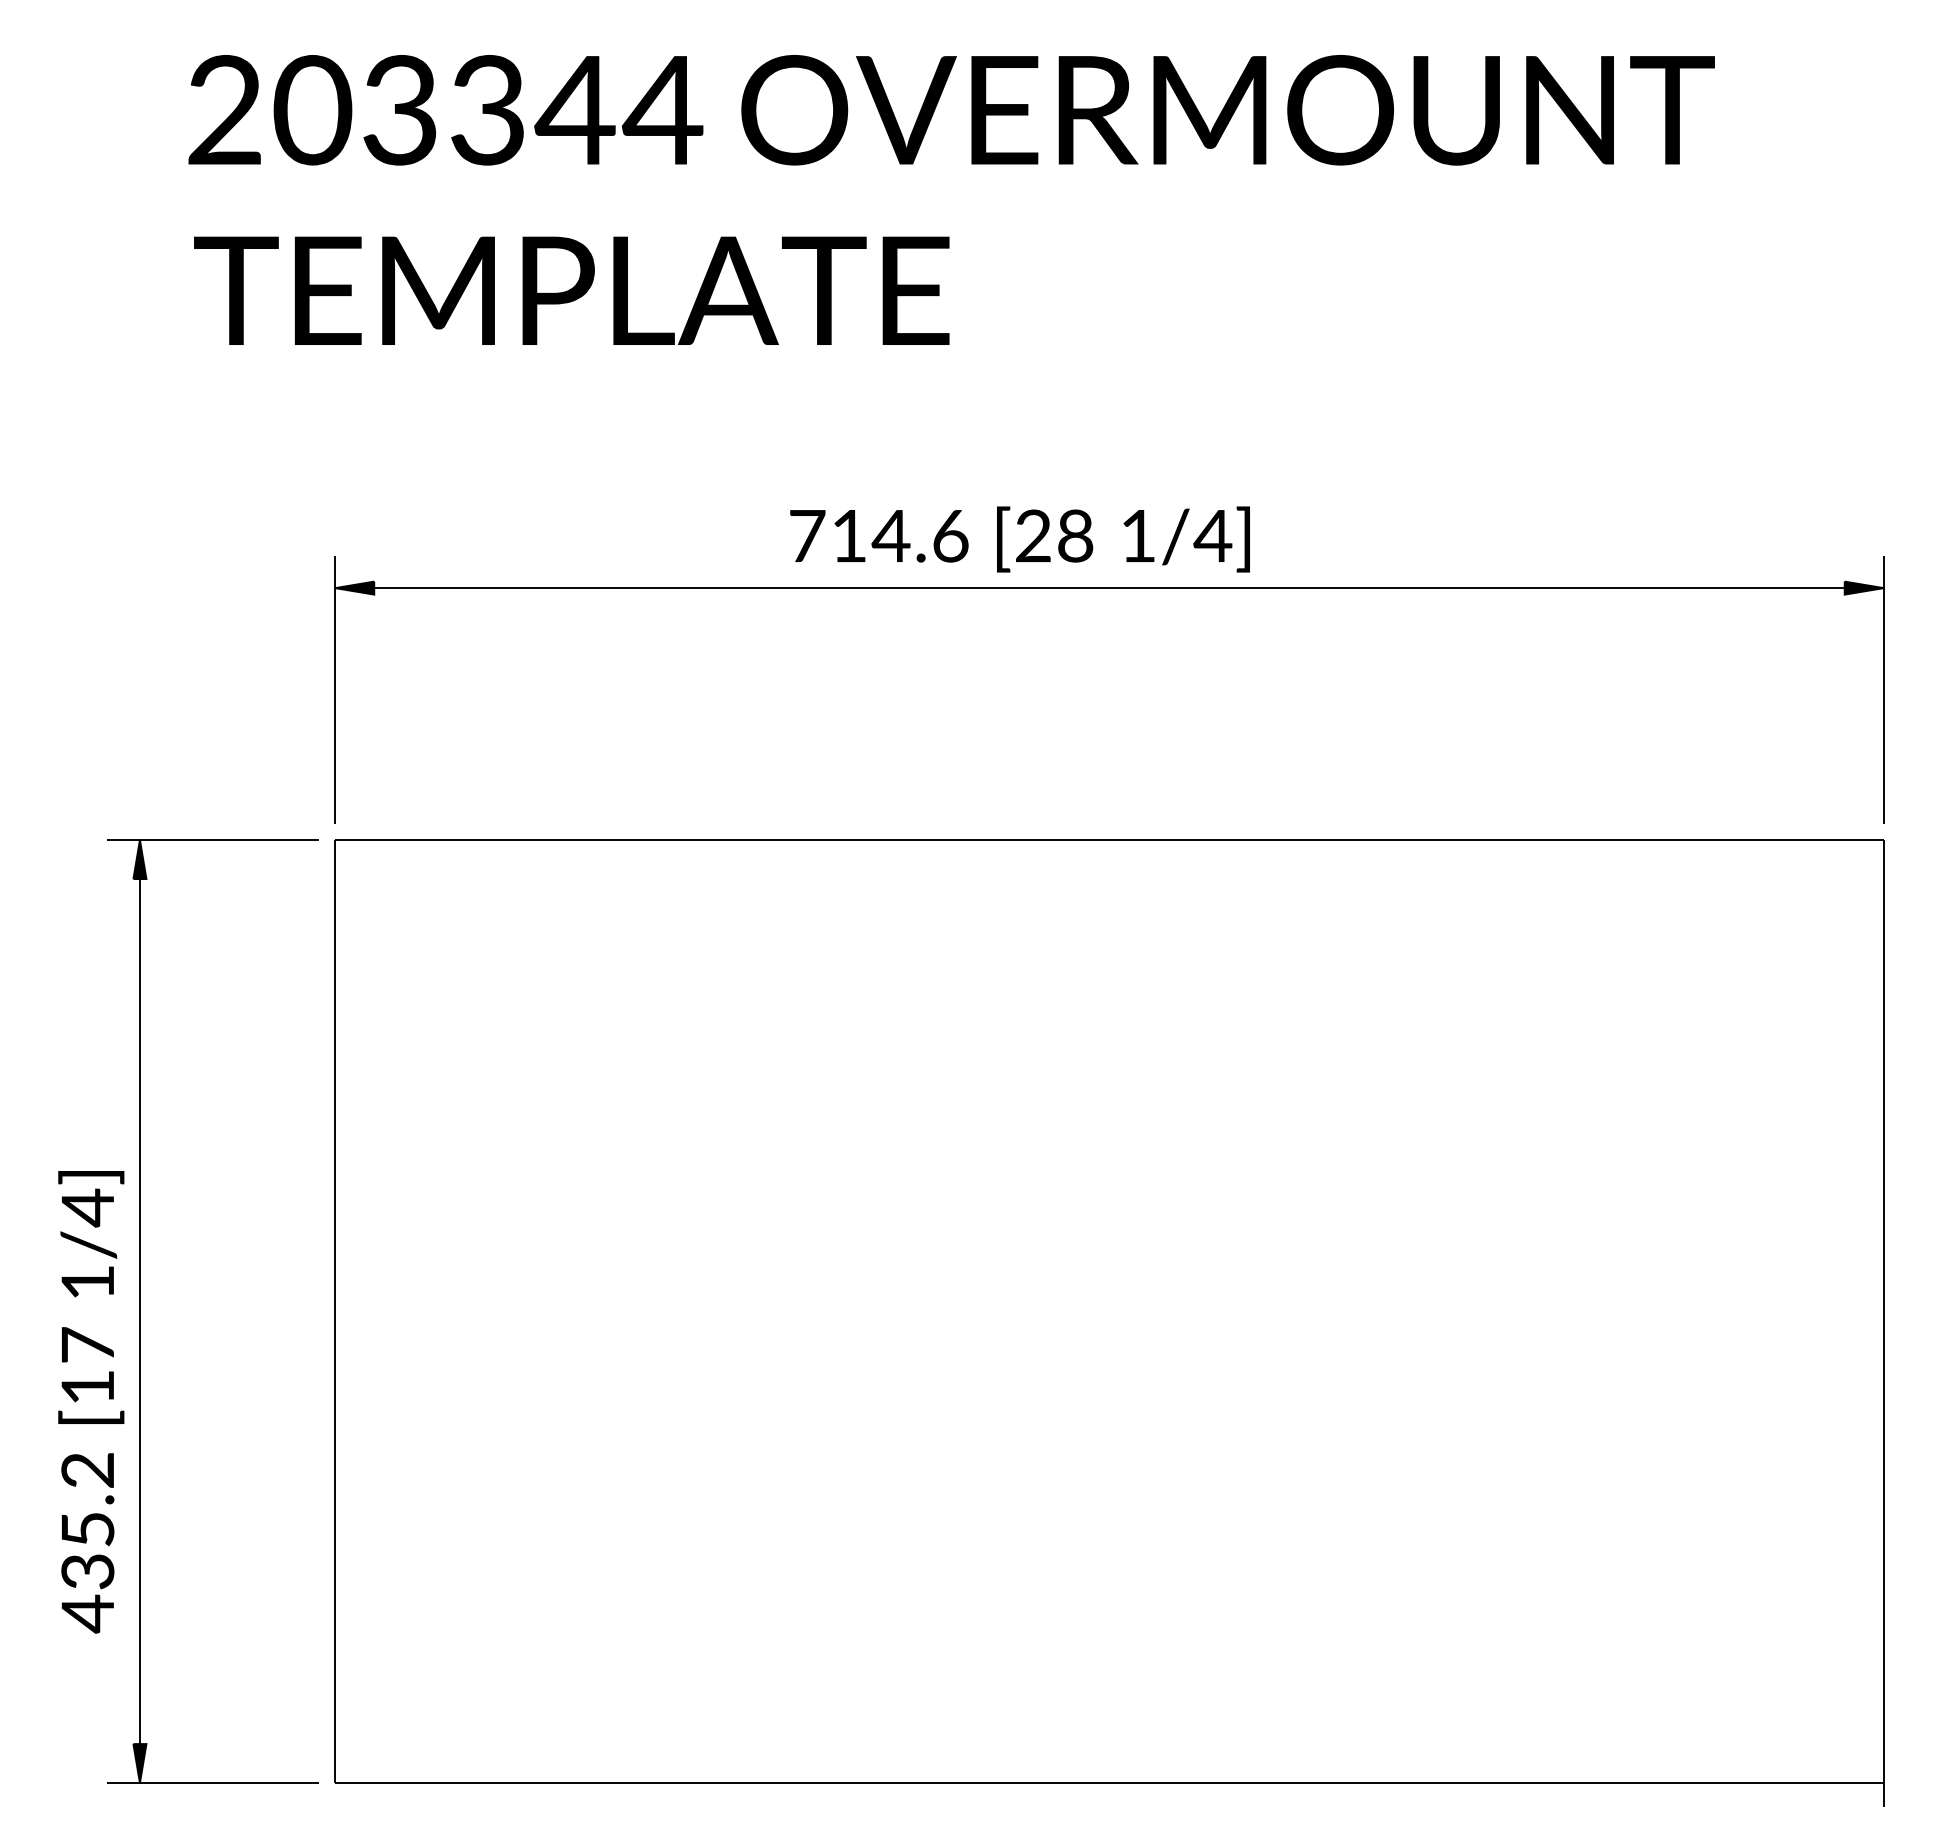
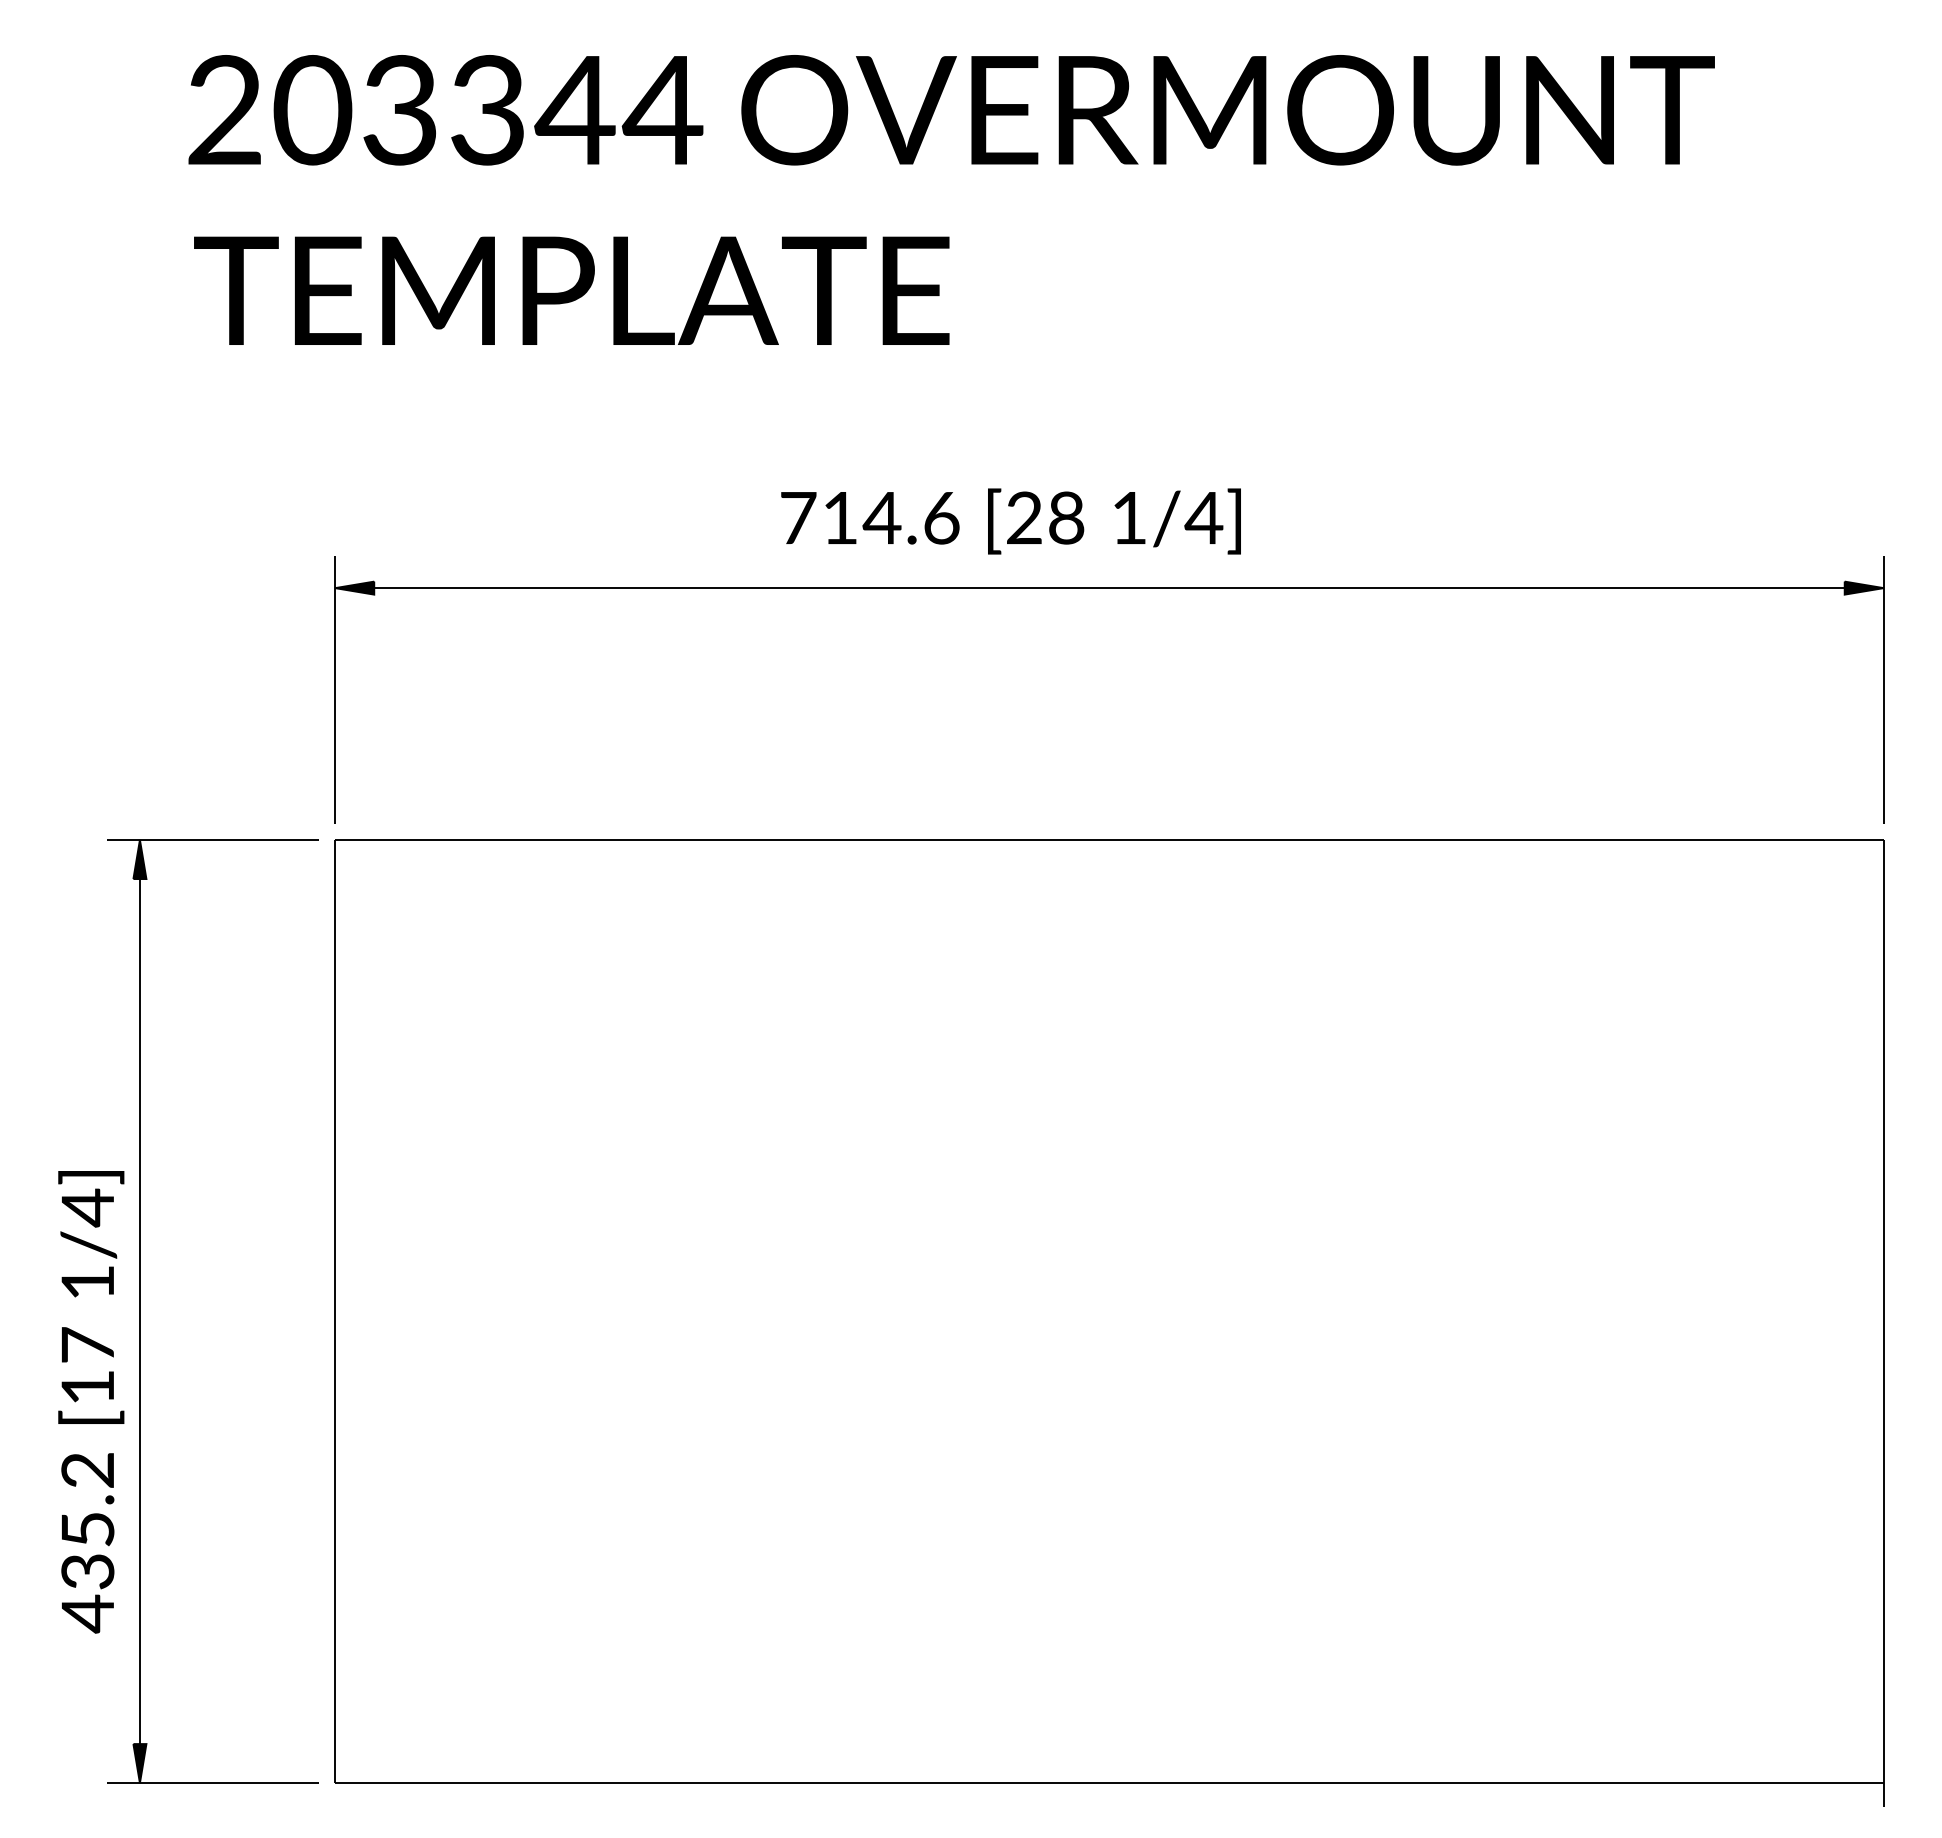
text at (1019, 539) position: (1019, 539) -> (1010, 521)
